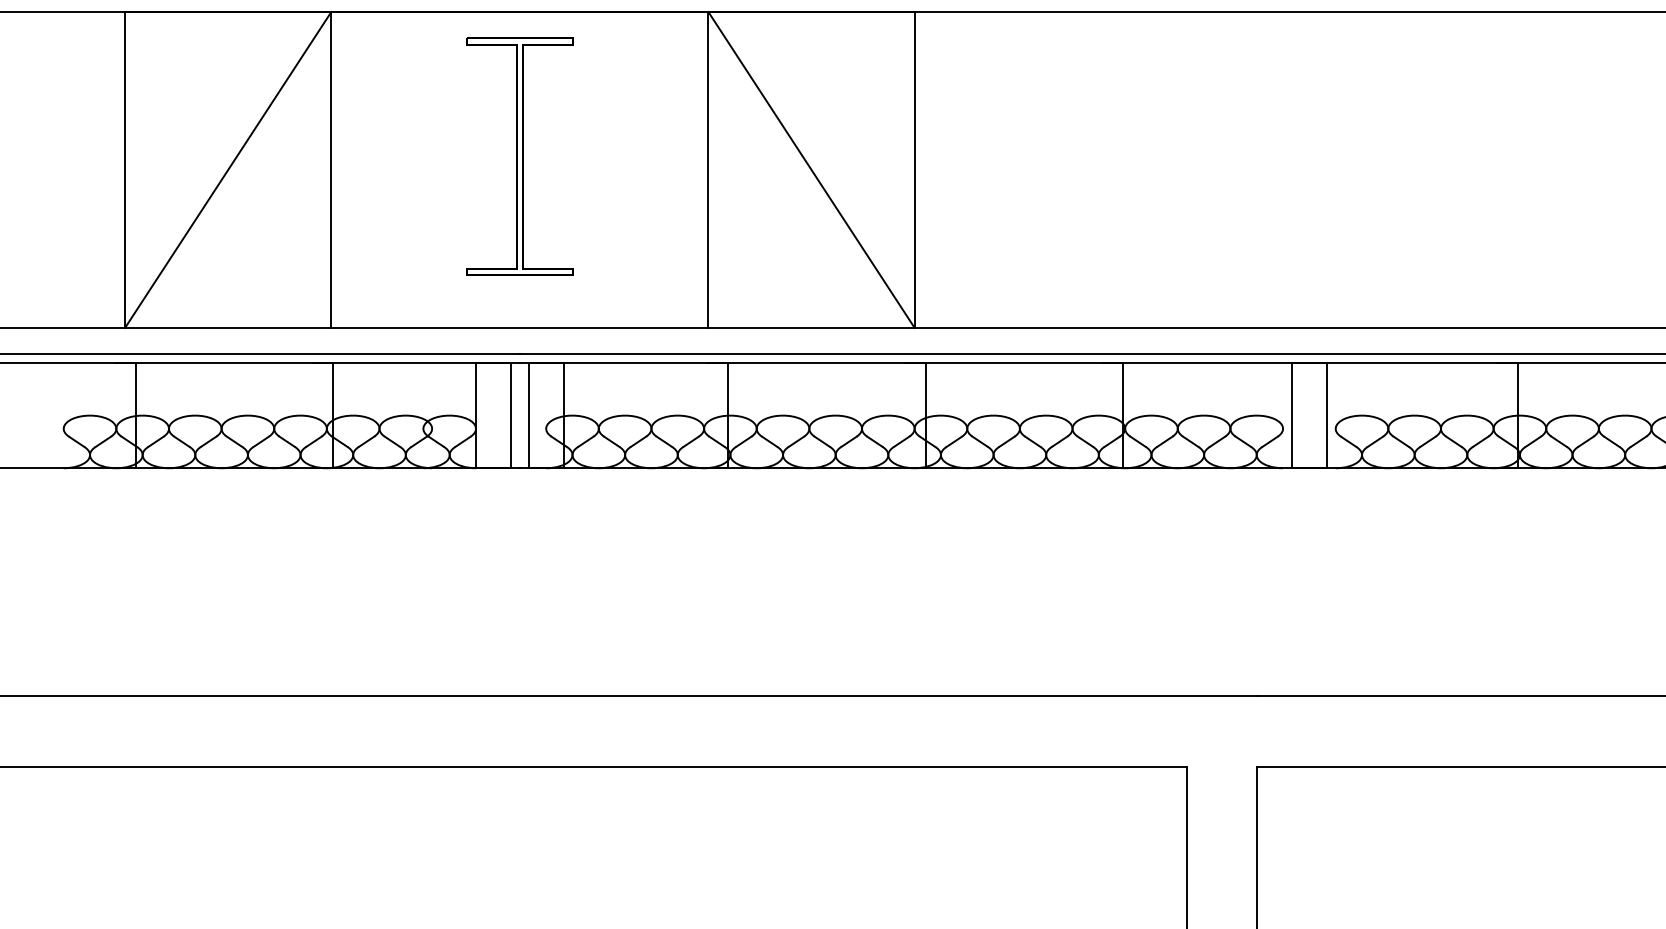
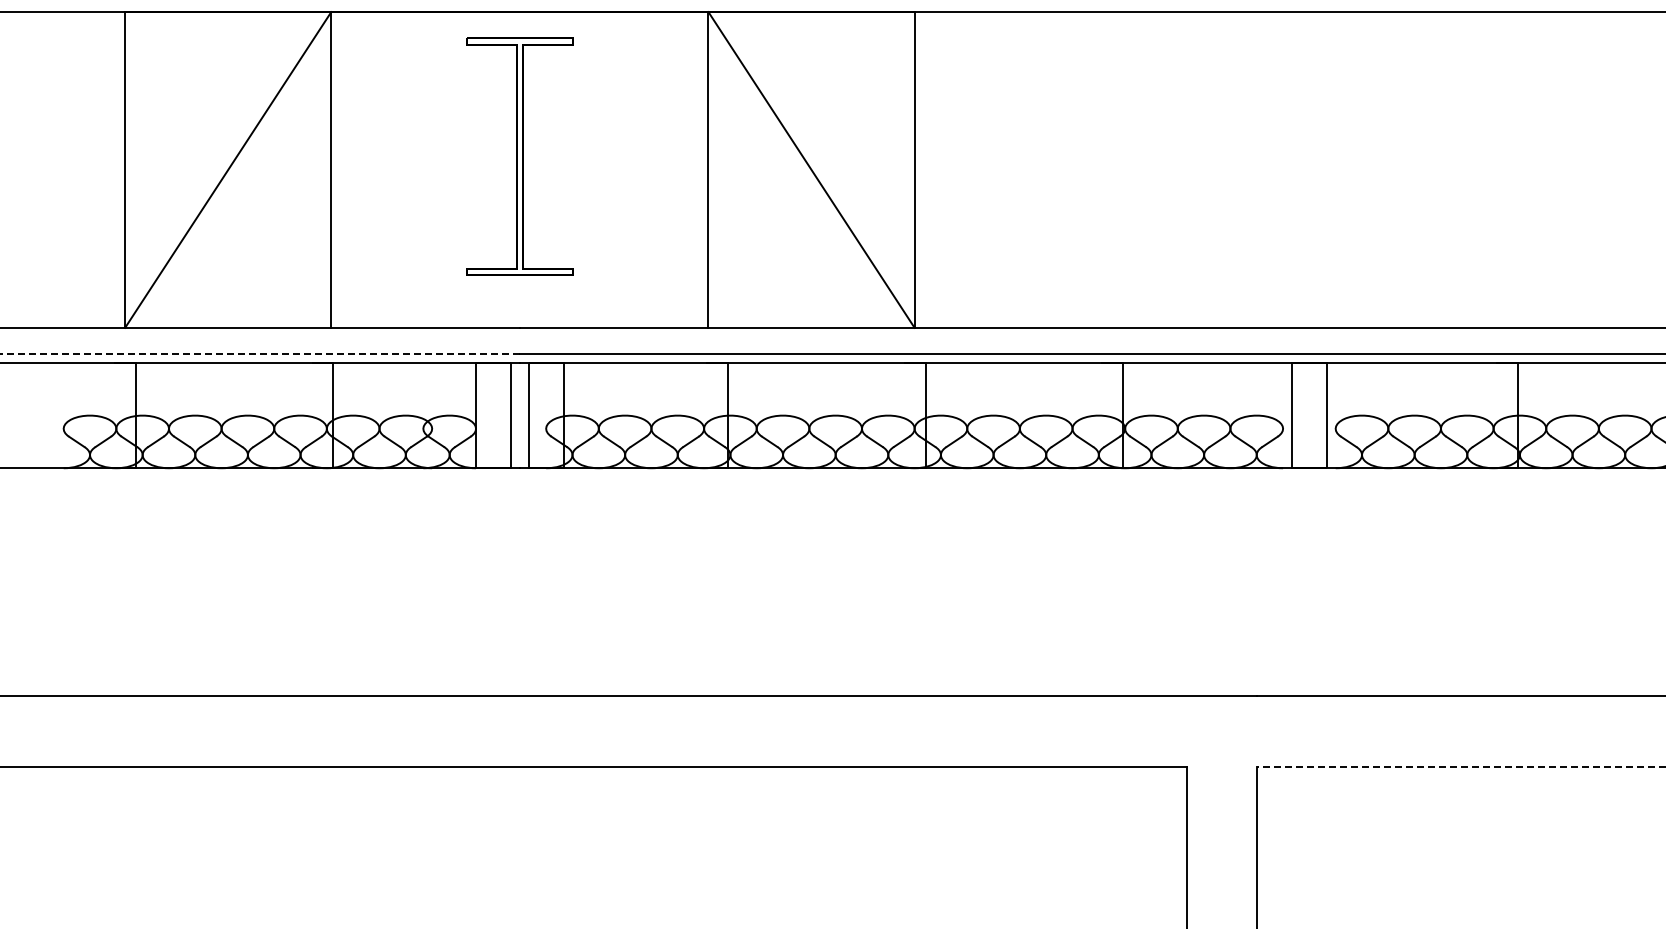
line at (260, 354): solid -> dashed
line at (1460, 766): solid -> dashed
